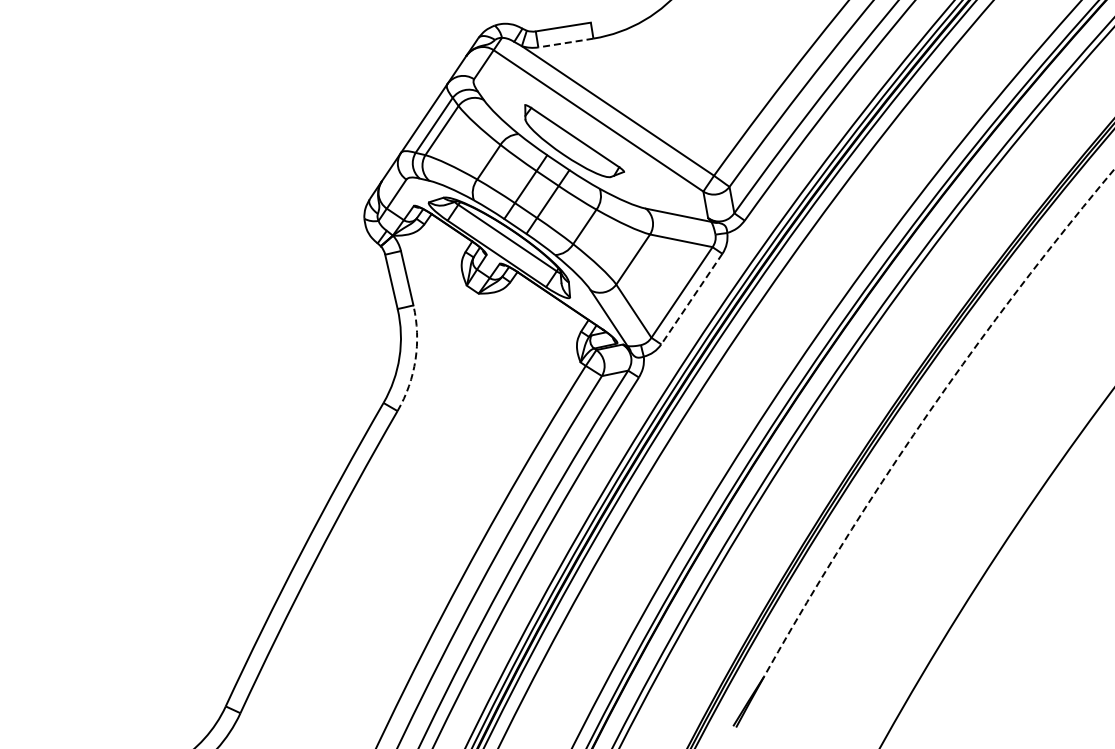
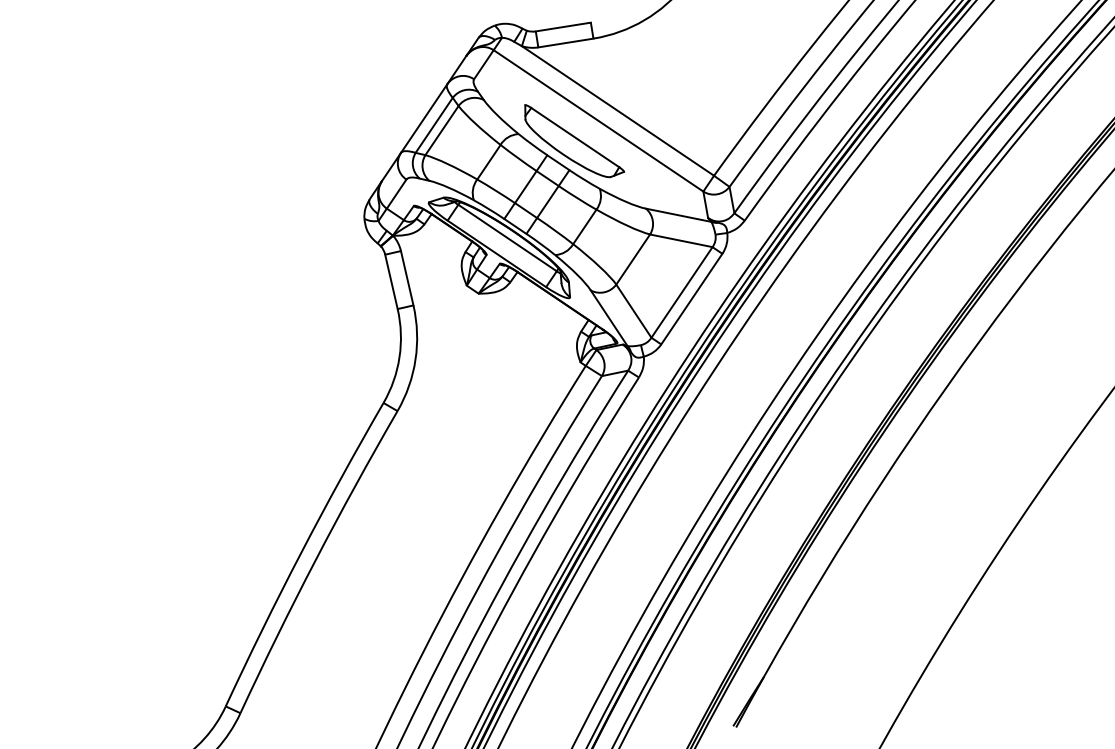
line at (565, 43): dashed -> solid
line at (691, 299): dashed -> solid
arc at (415, 359): dashed -> solid
arc at (927, 414): dashed -> solid
